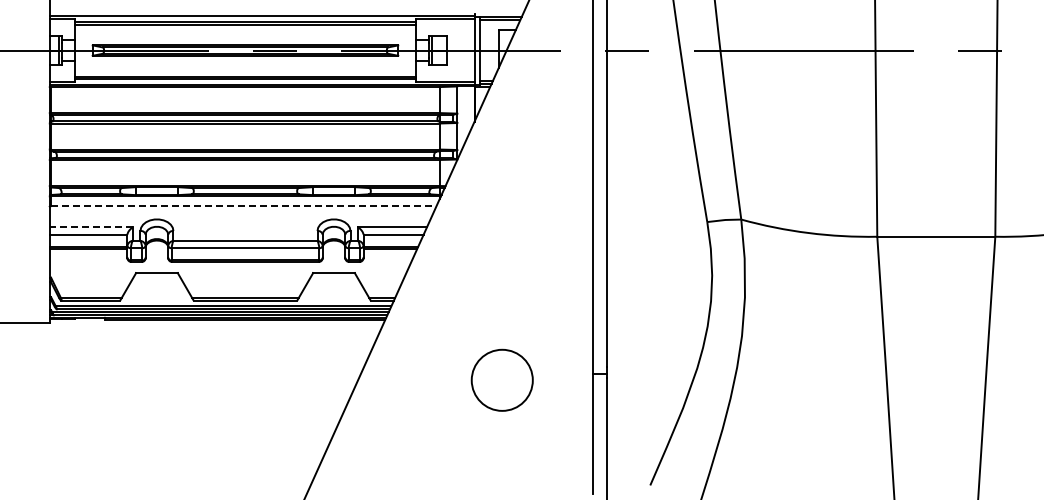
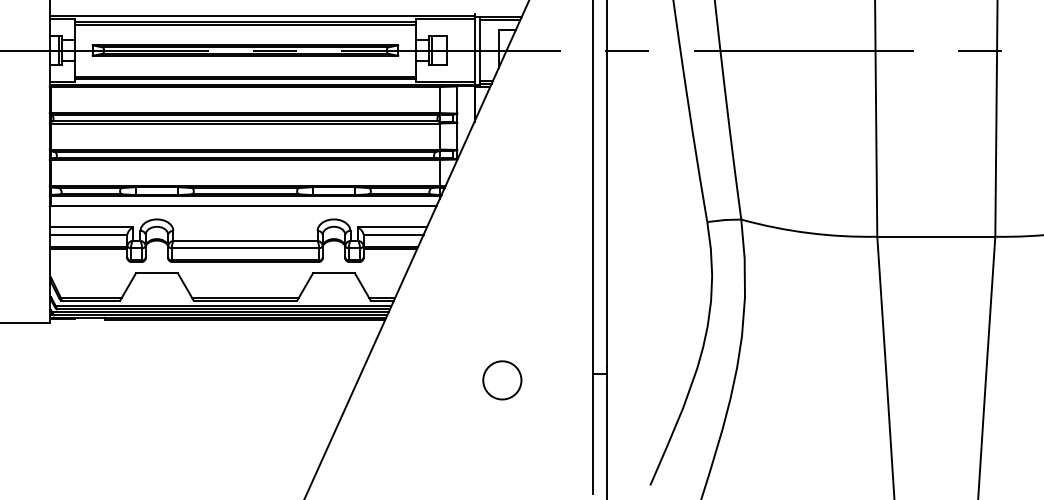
line at (243, 206): dashed -> solid
line at (90, 227): dashed -> solid
circle at (501, 379) size: 64x64 px -> 41x41 px
